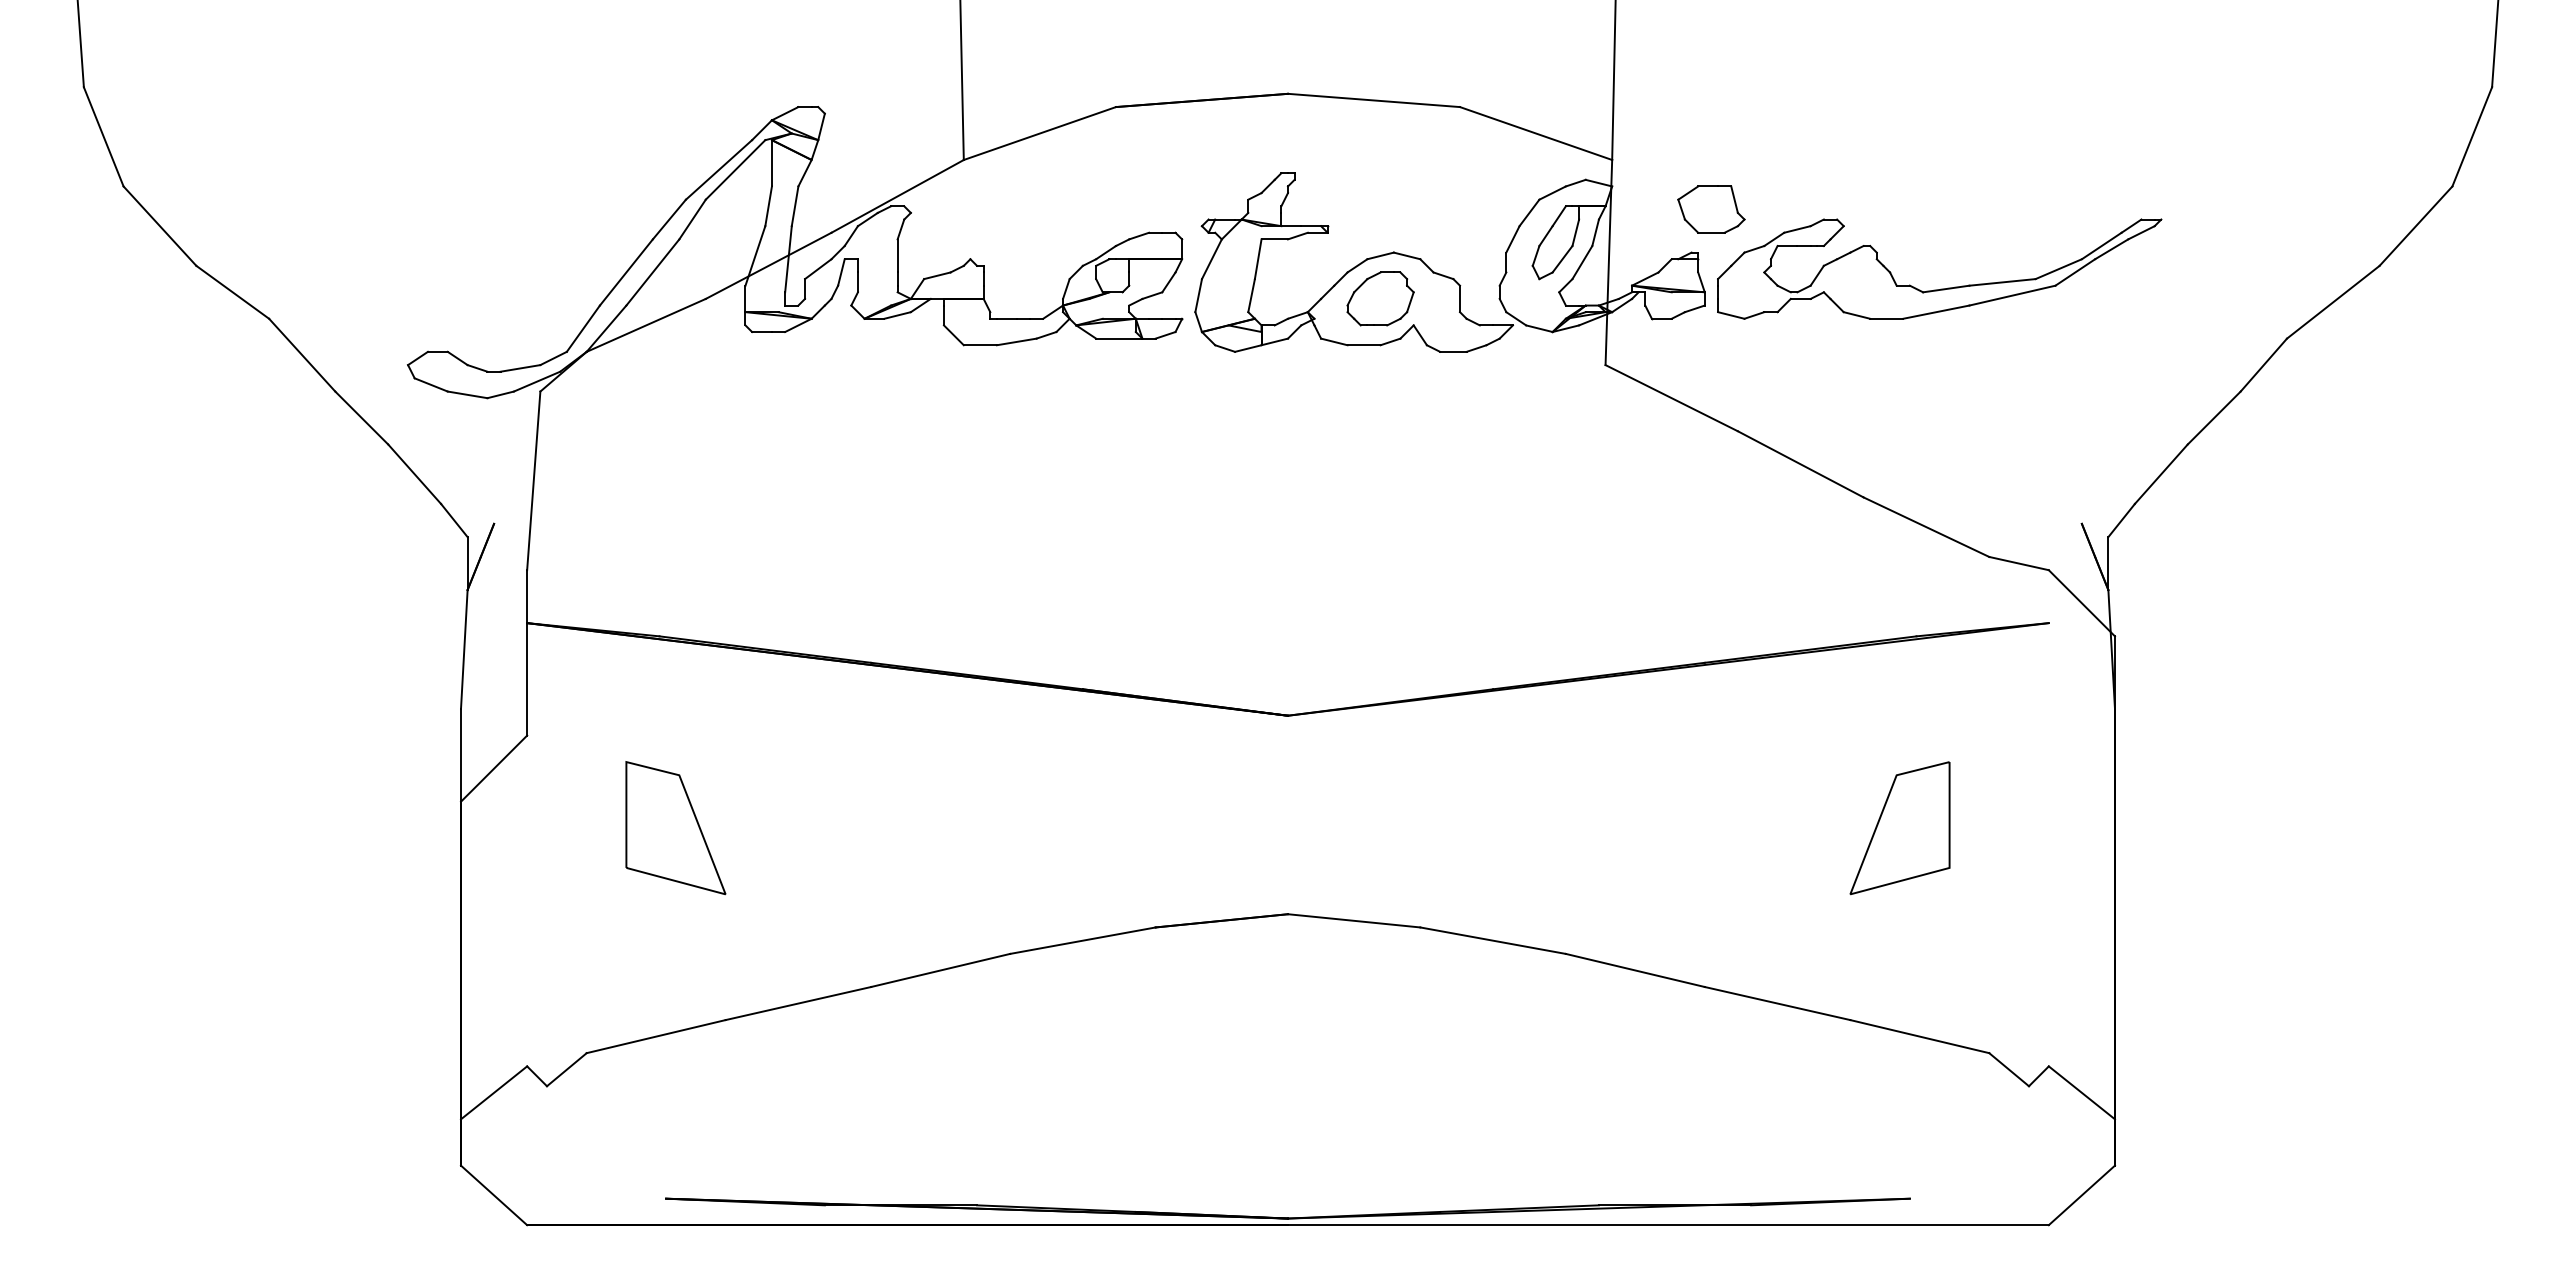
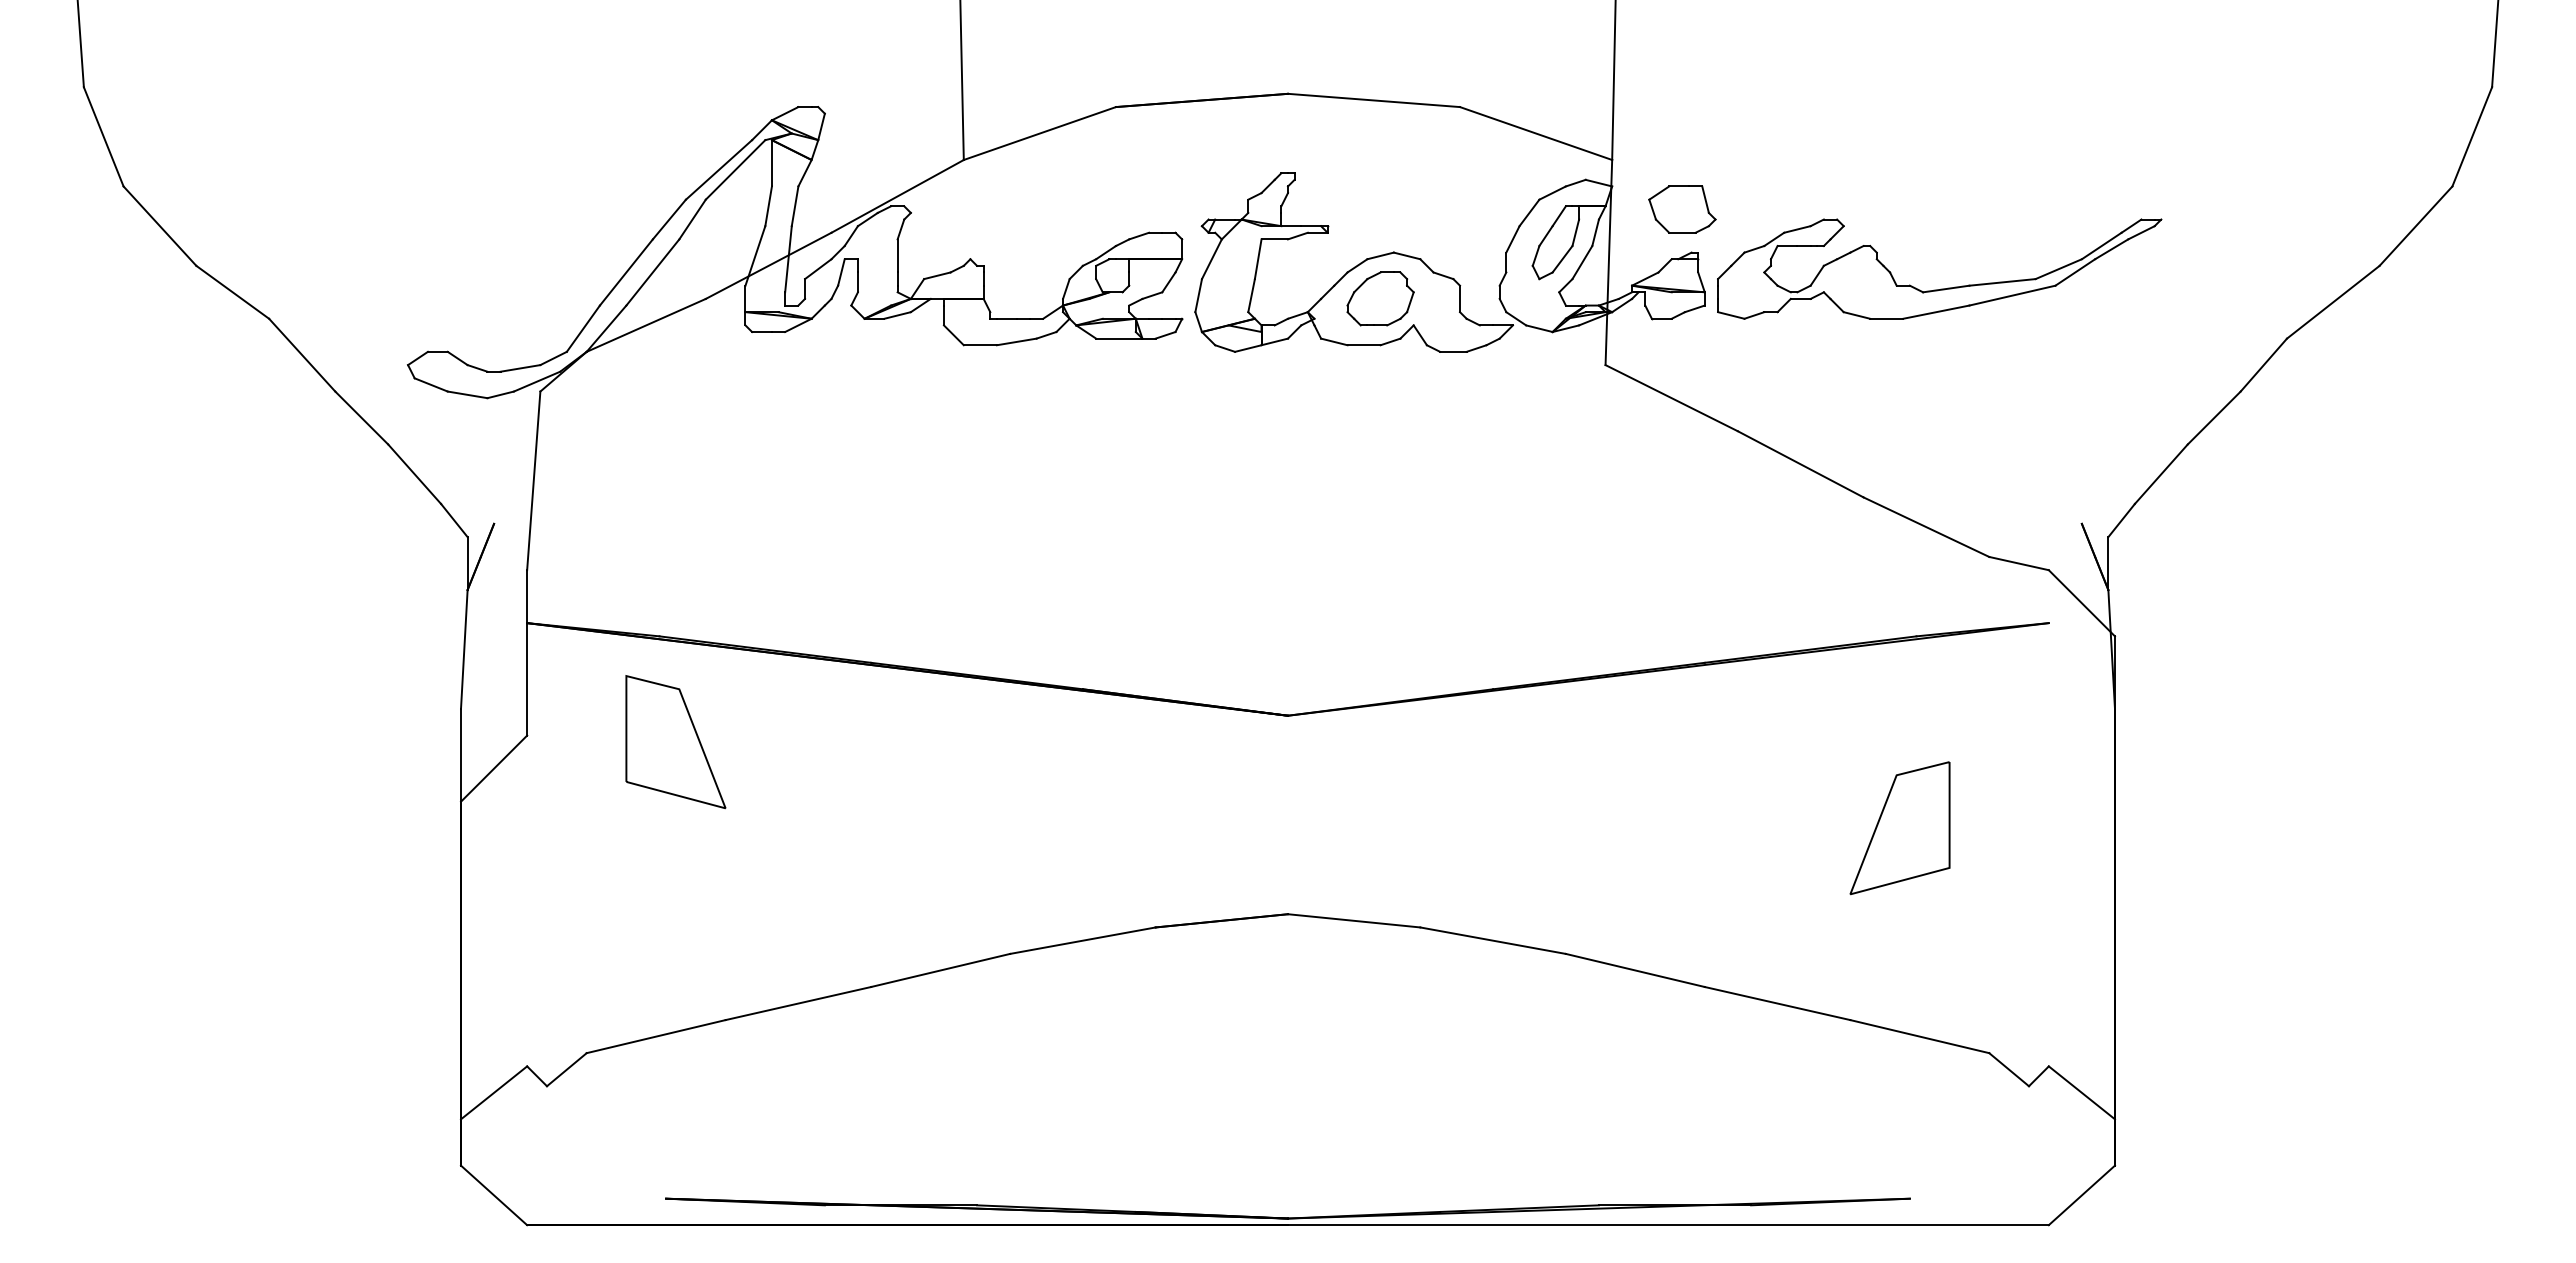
part at (1711, 209) position: (1711, 209) -> (1682, 209)
part at (675, 828) position: (675, 828) -> (675, 742)
